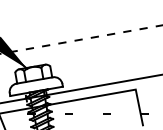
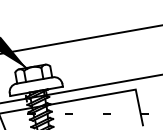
line at (81, 39): dashed -> solid
